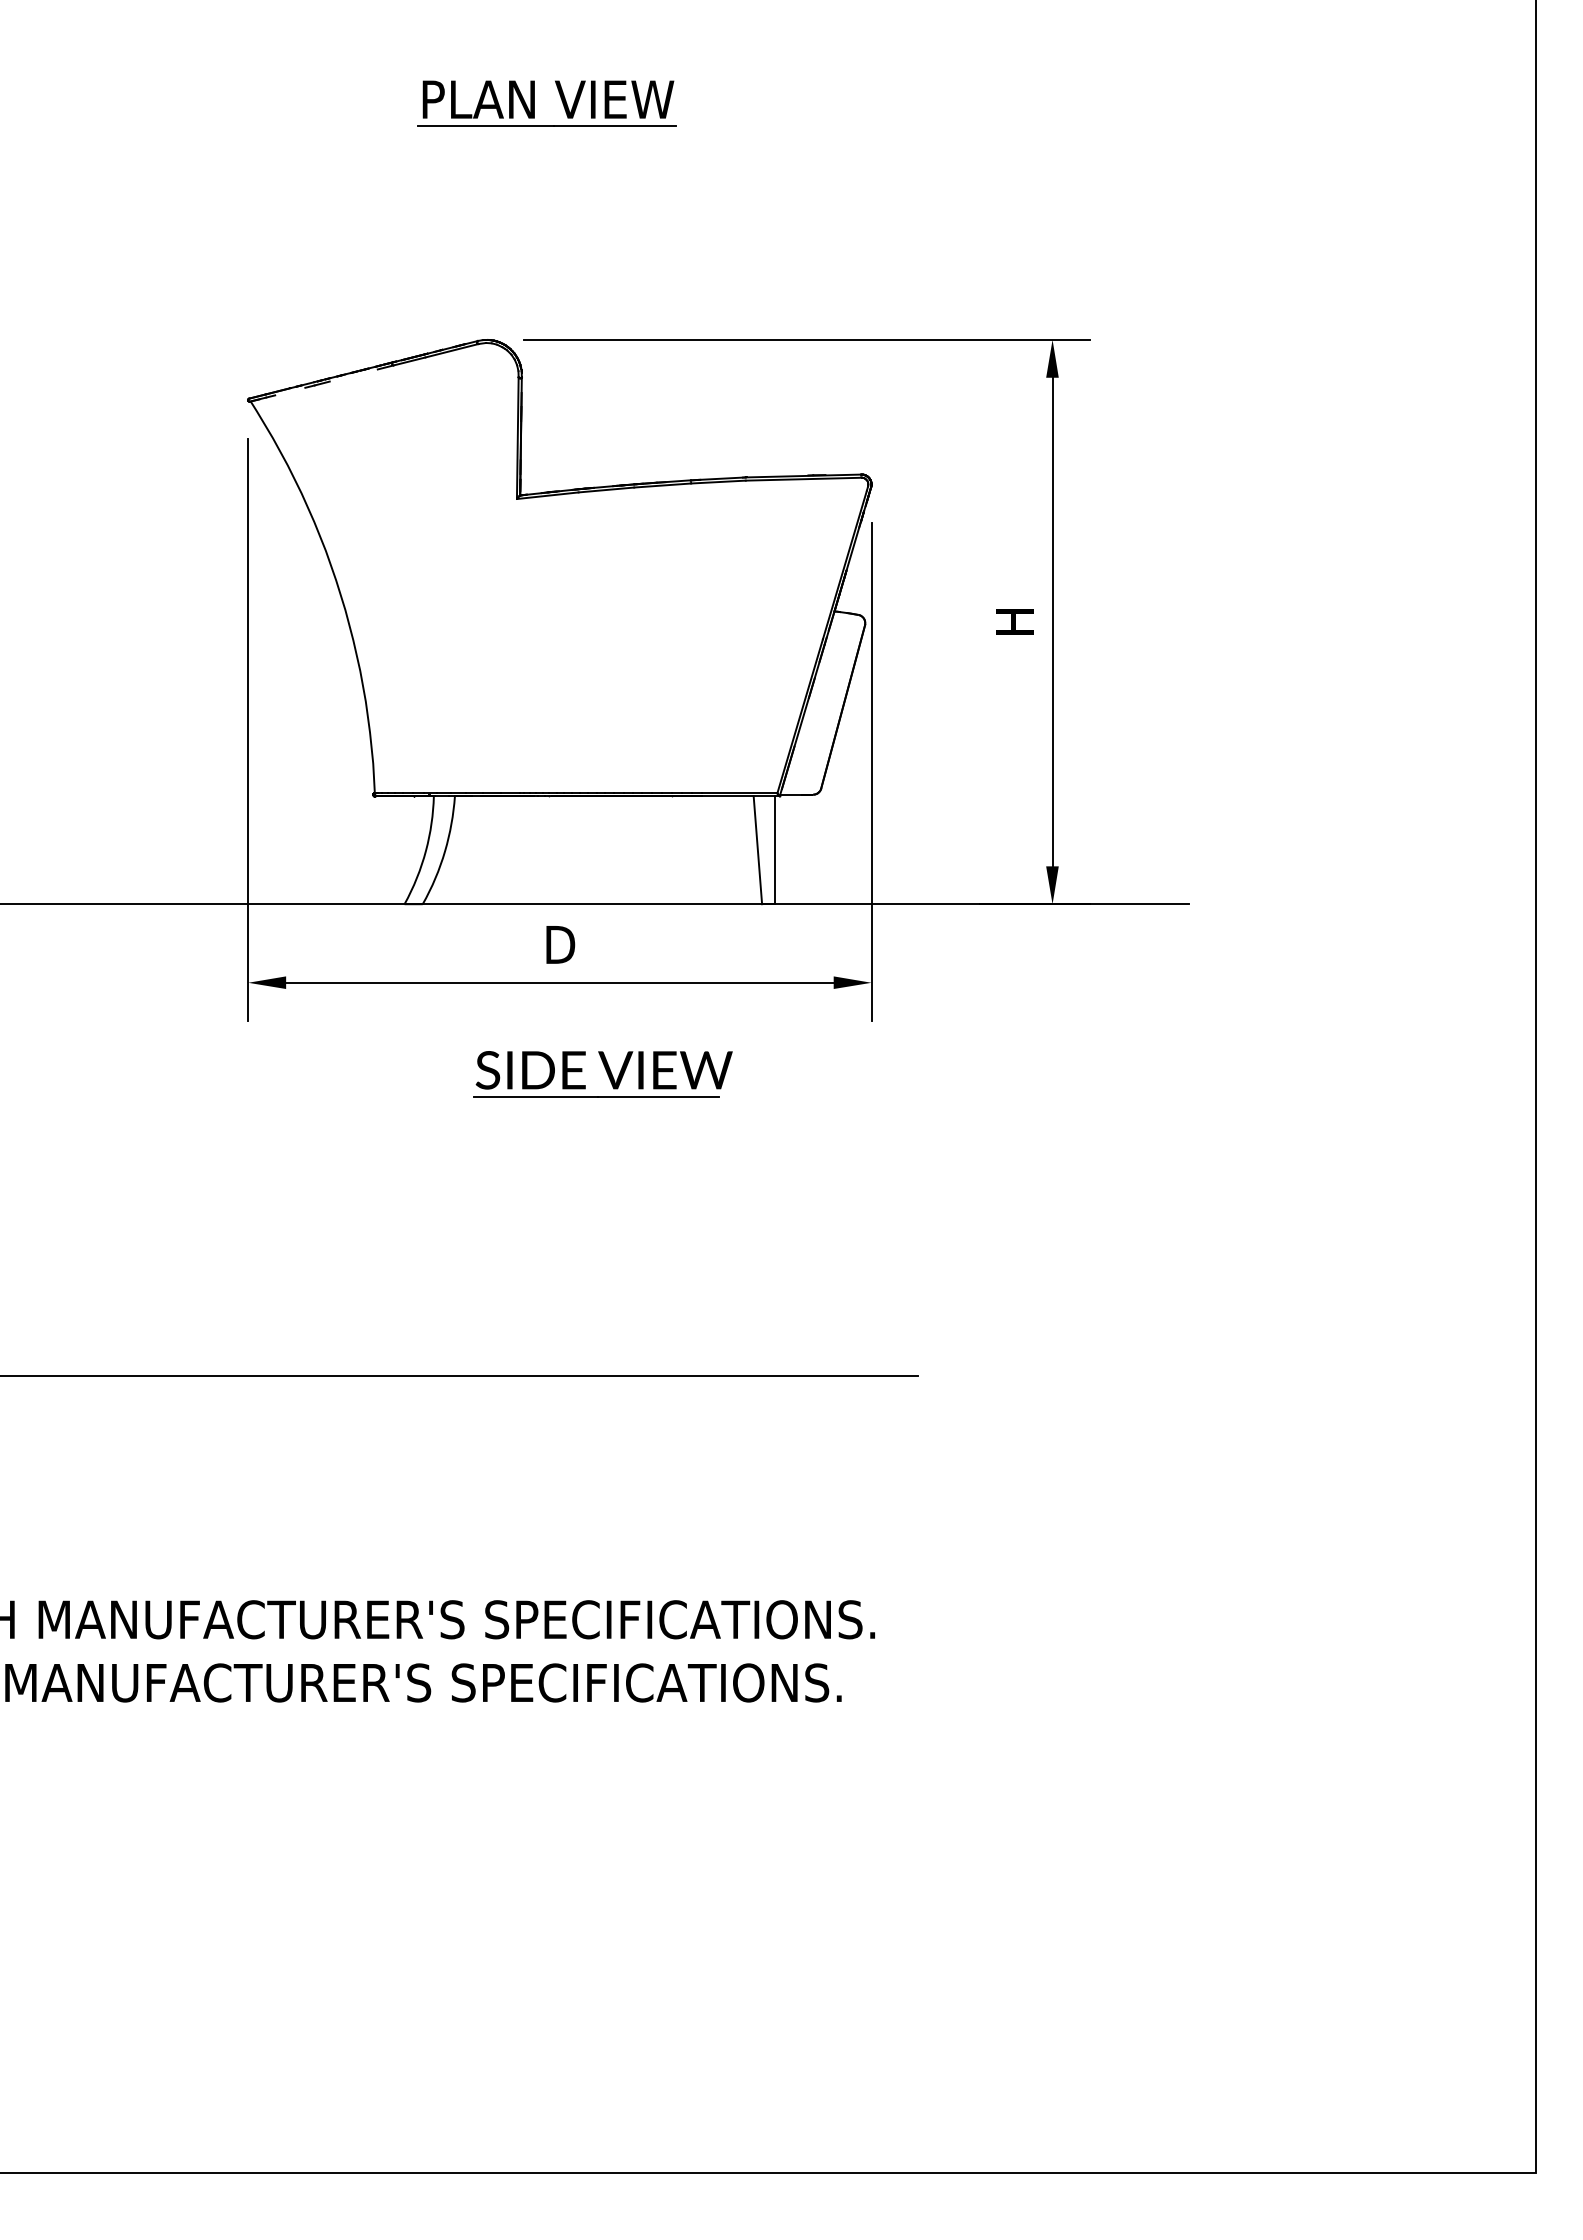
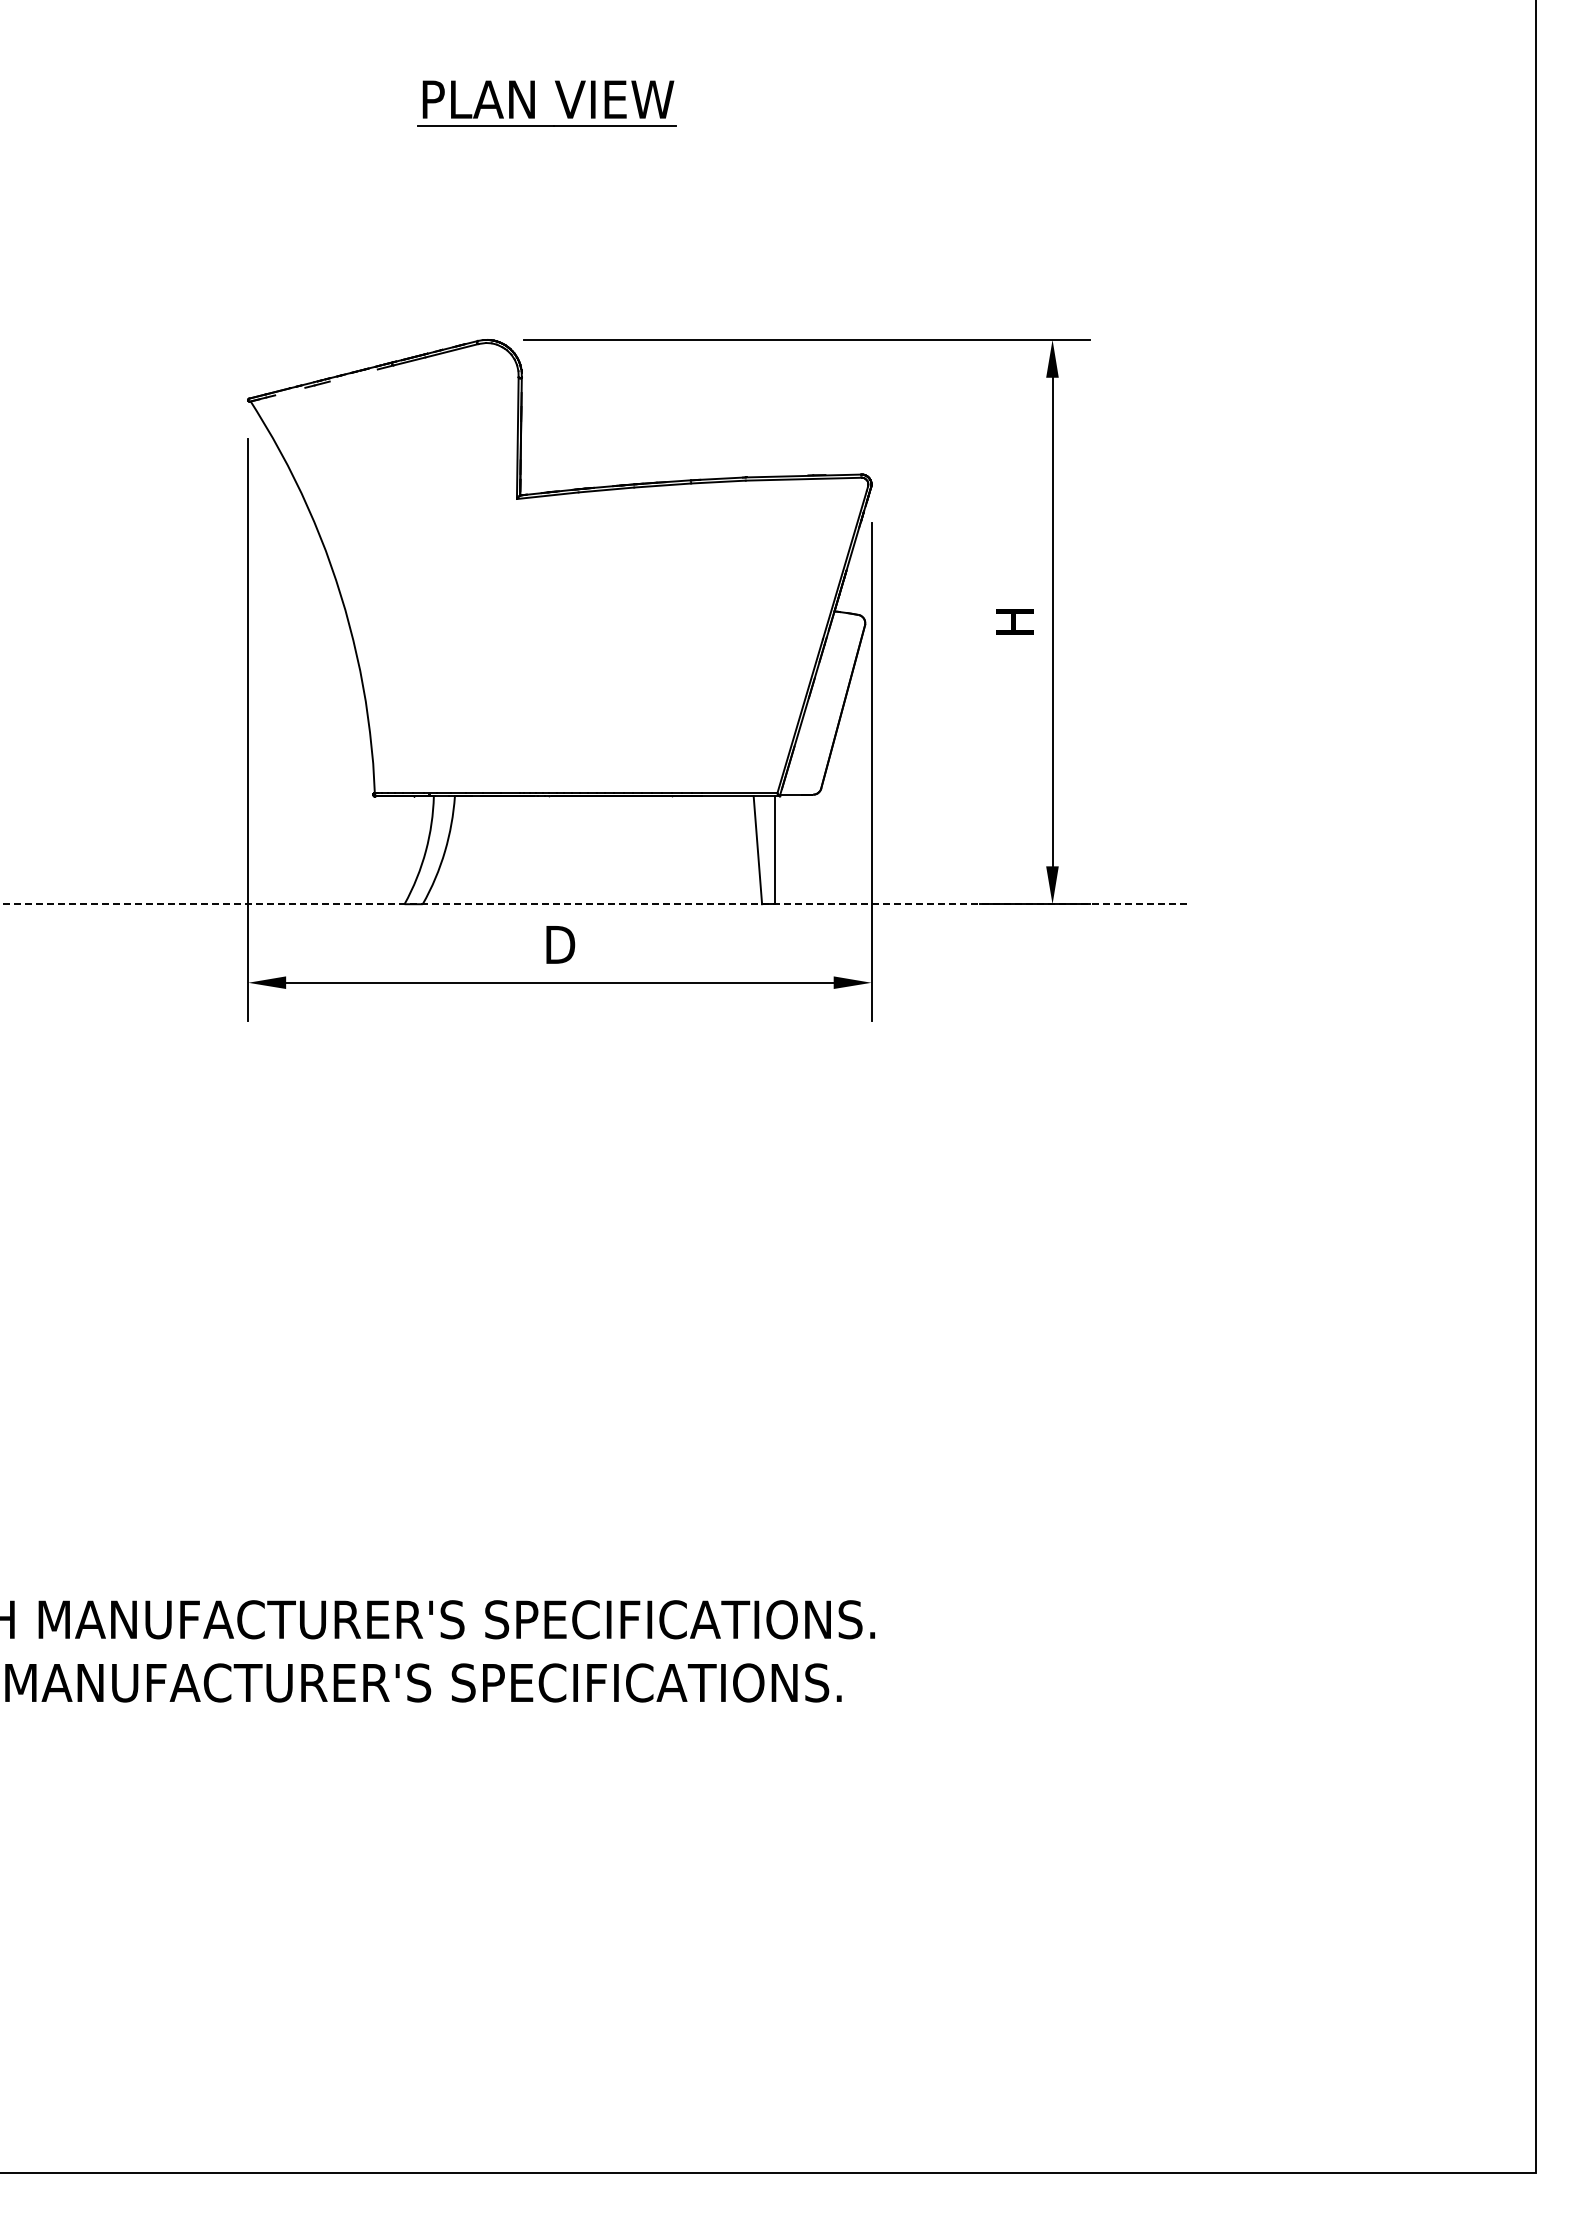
line at (595, 904): solid -> dashed
part at (602, 1074): present -> none
line at (460, 1375): present -> none
